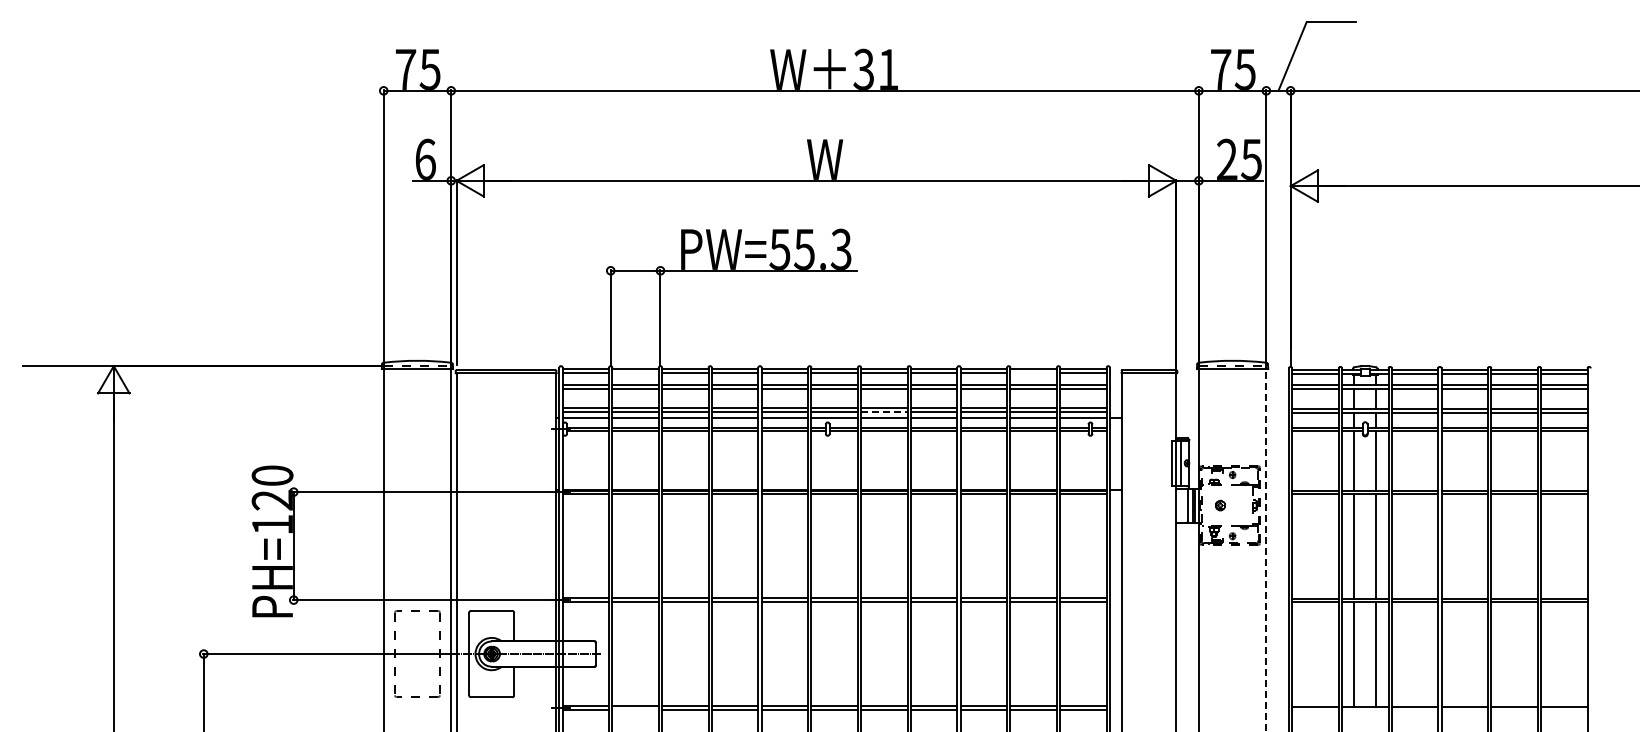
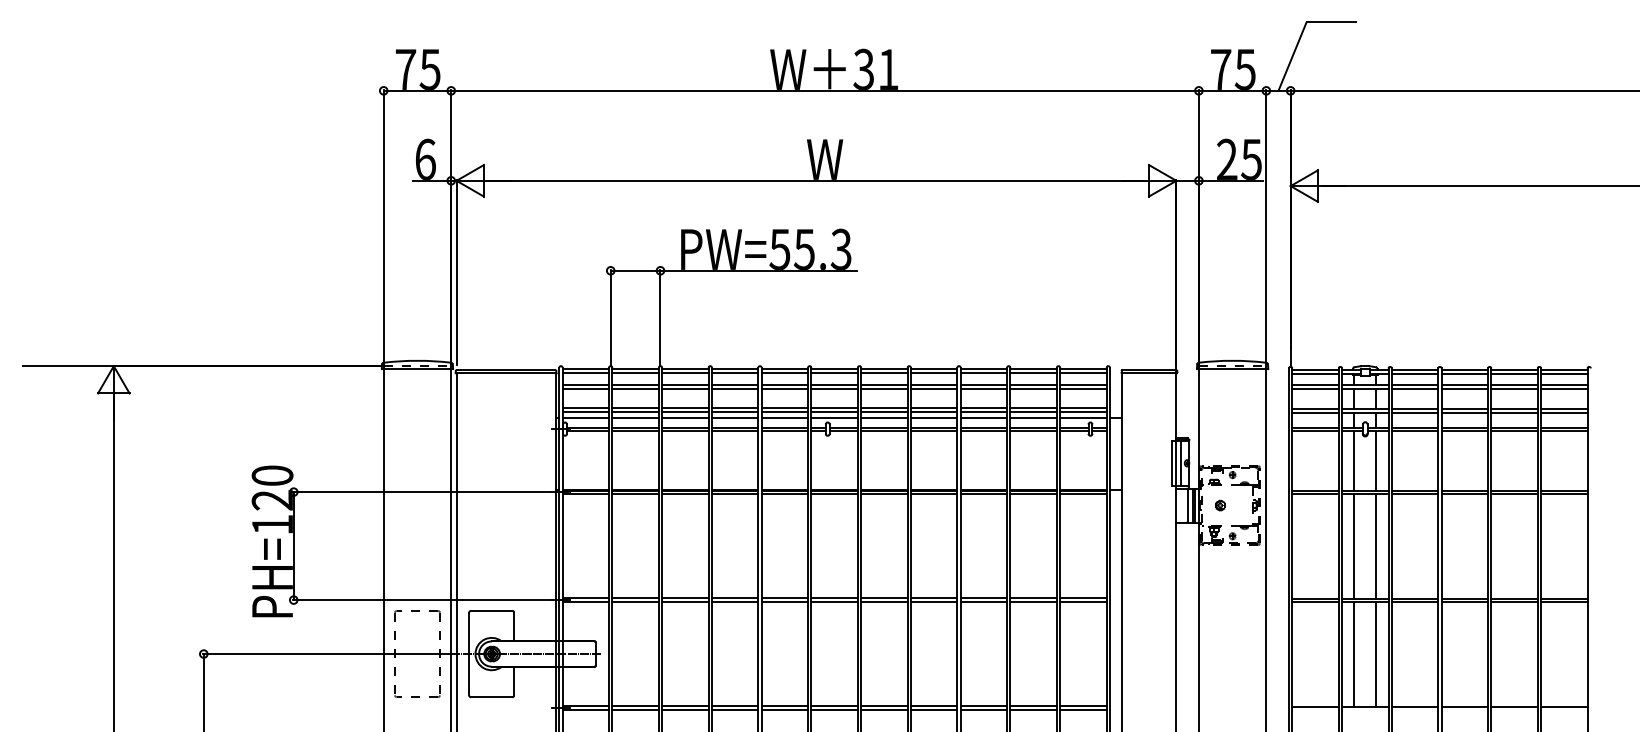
line at (635, 373): none -> present
line at (1033, 373): none -> present
line at (884, 412): dashed -> solid
line at (1266, 550): dashed -> solid
line at (635, 709): none -> present
